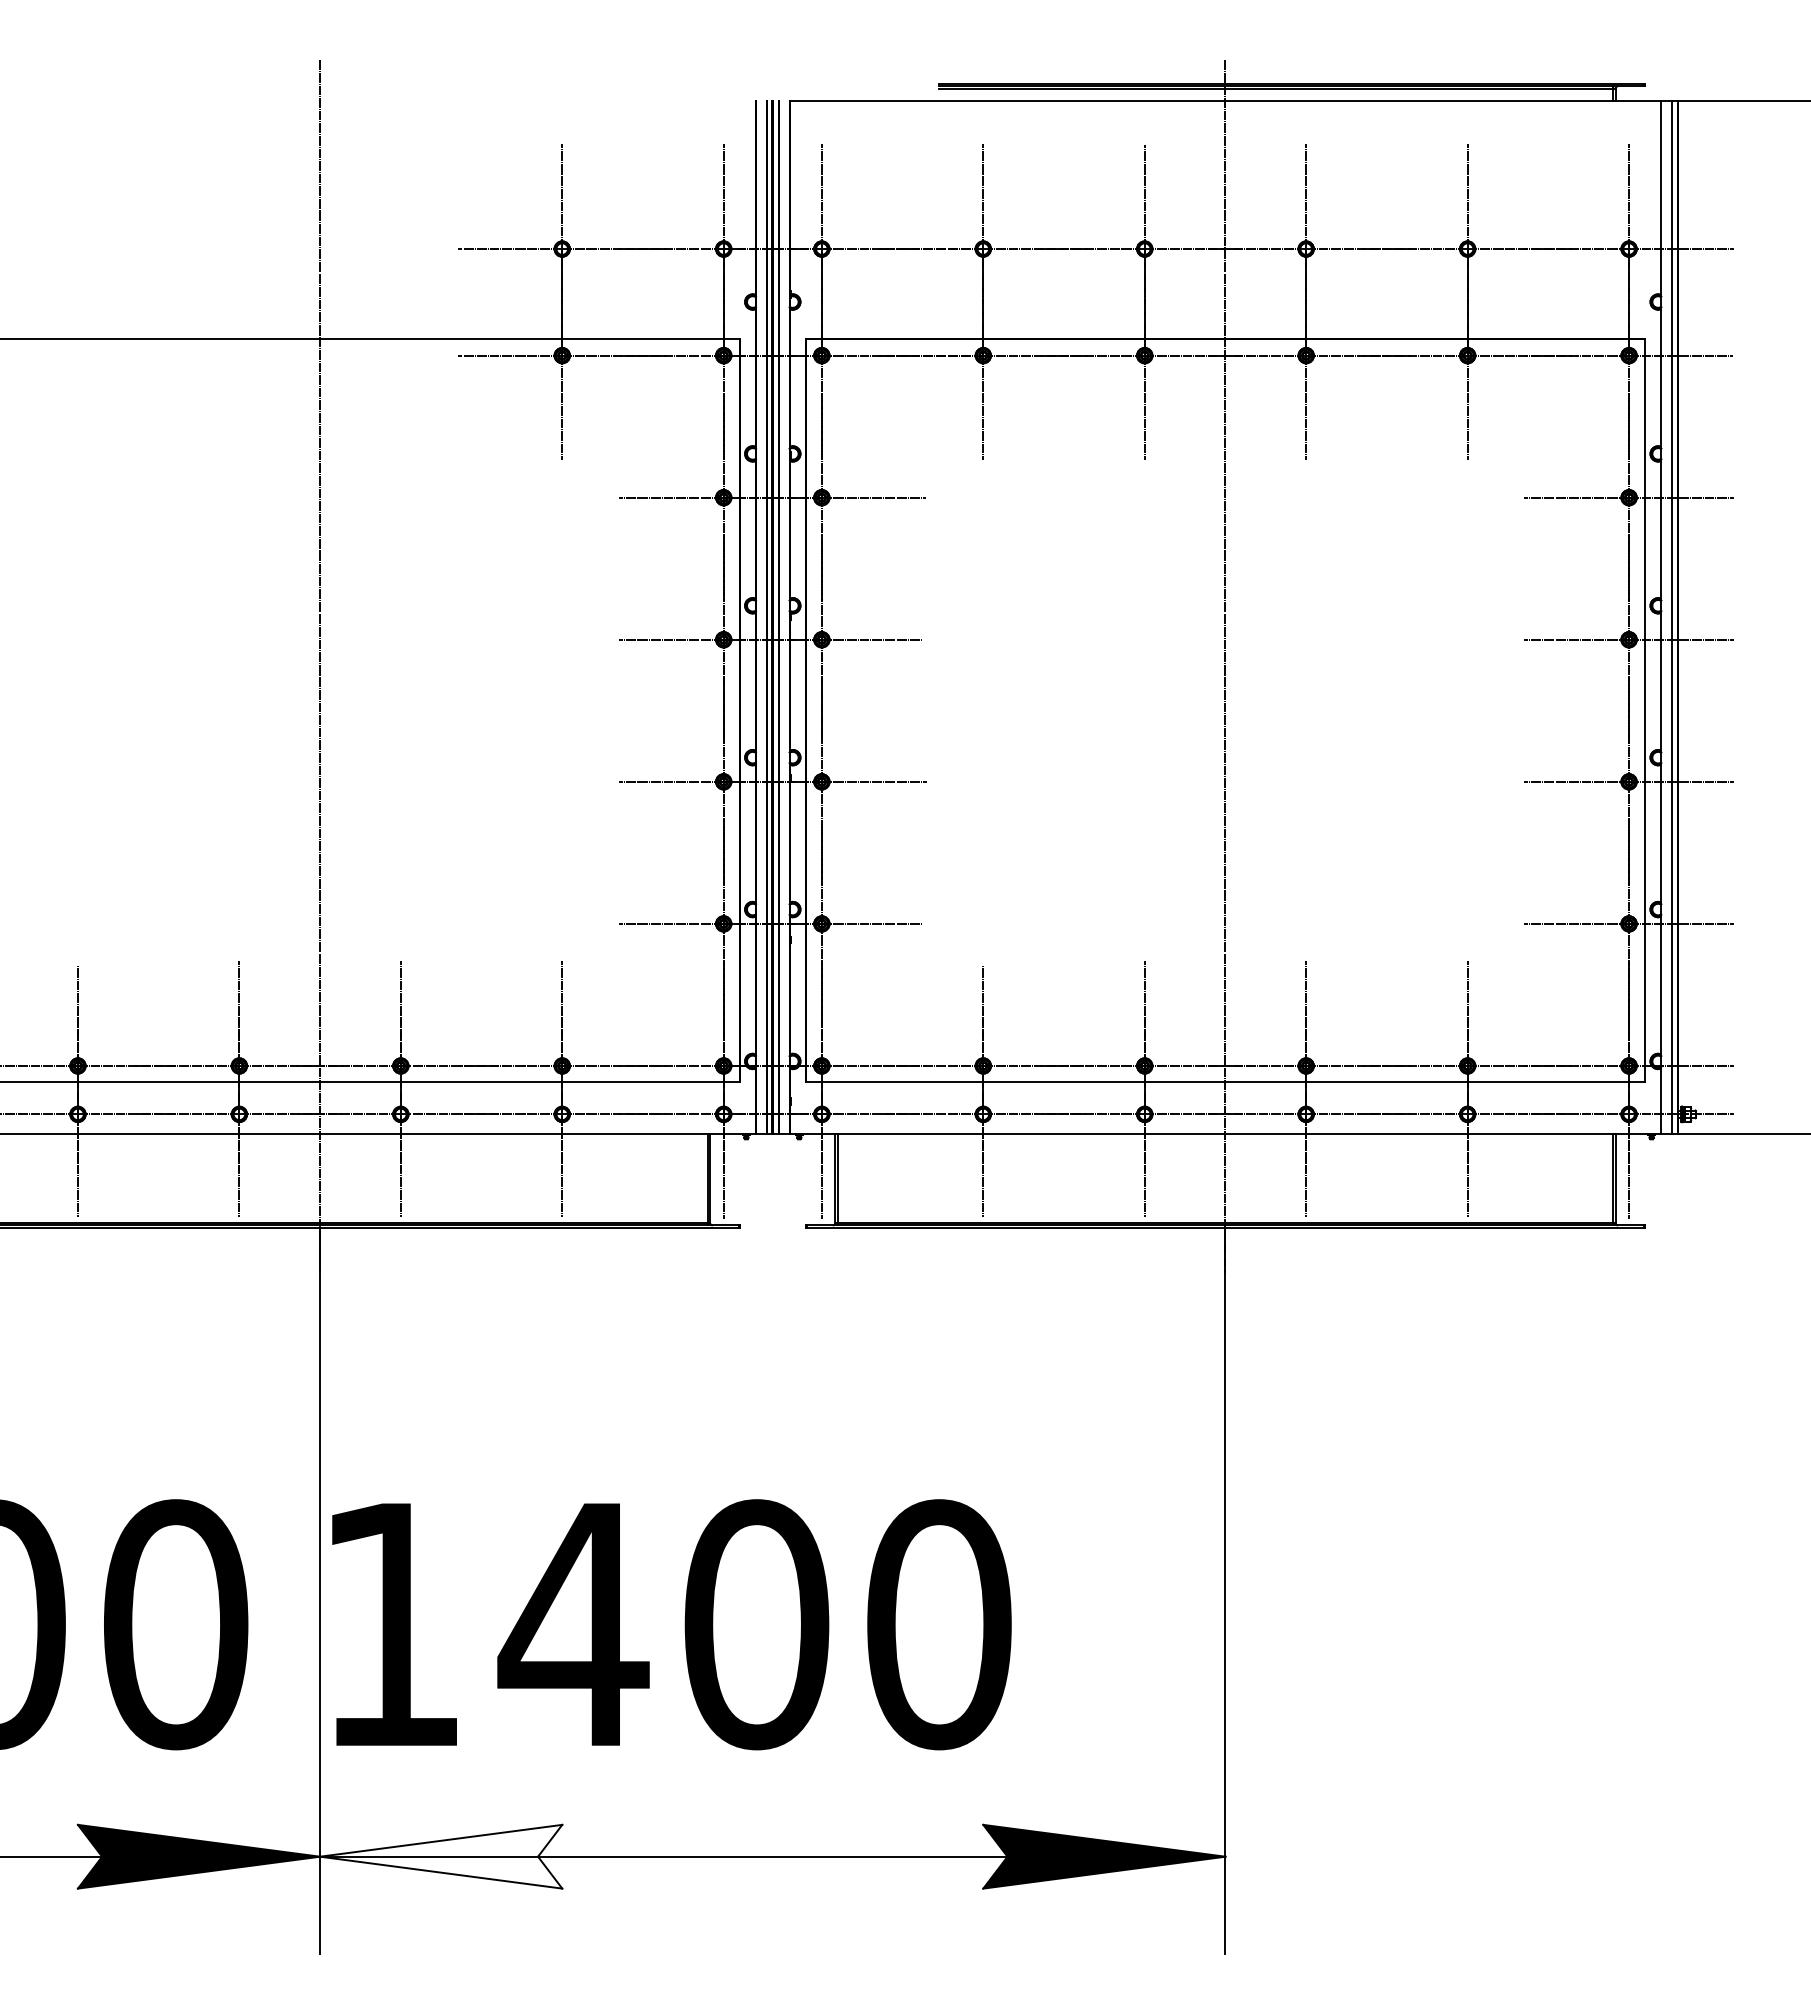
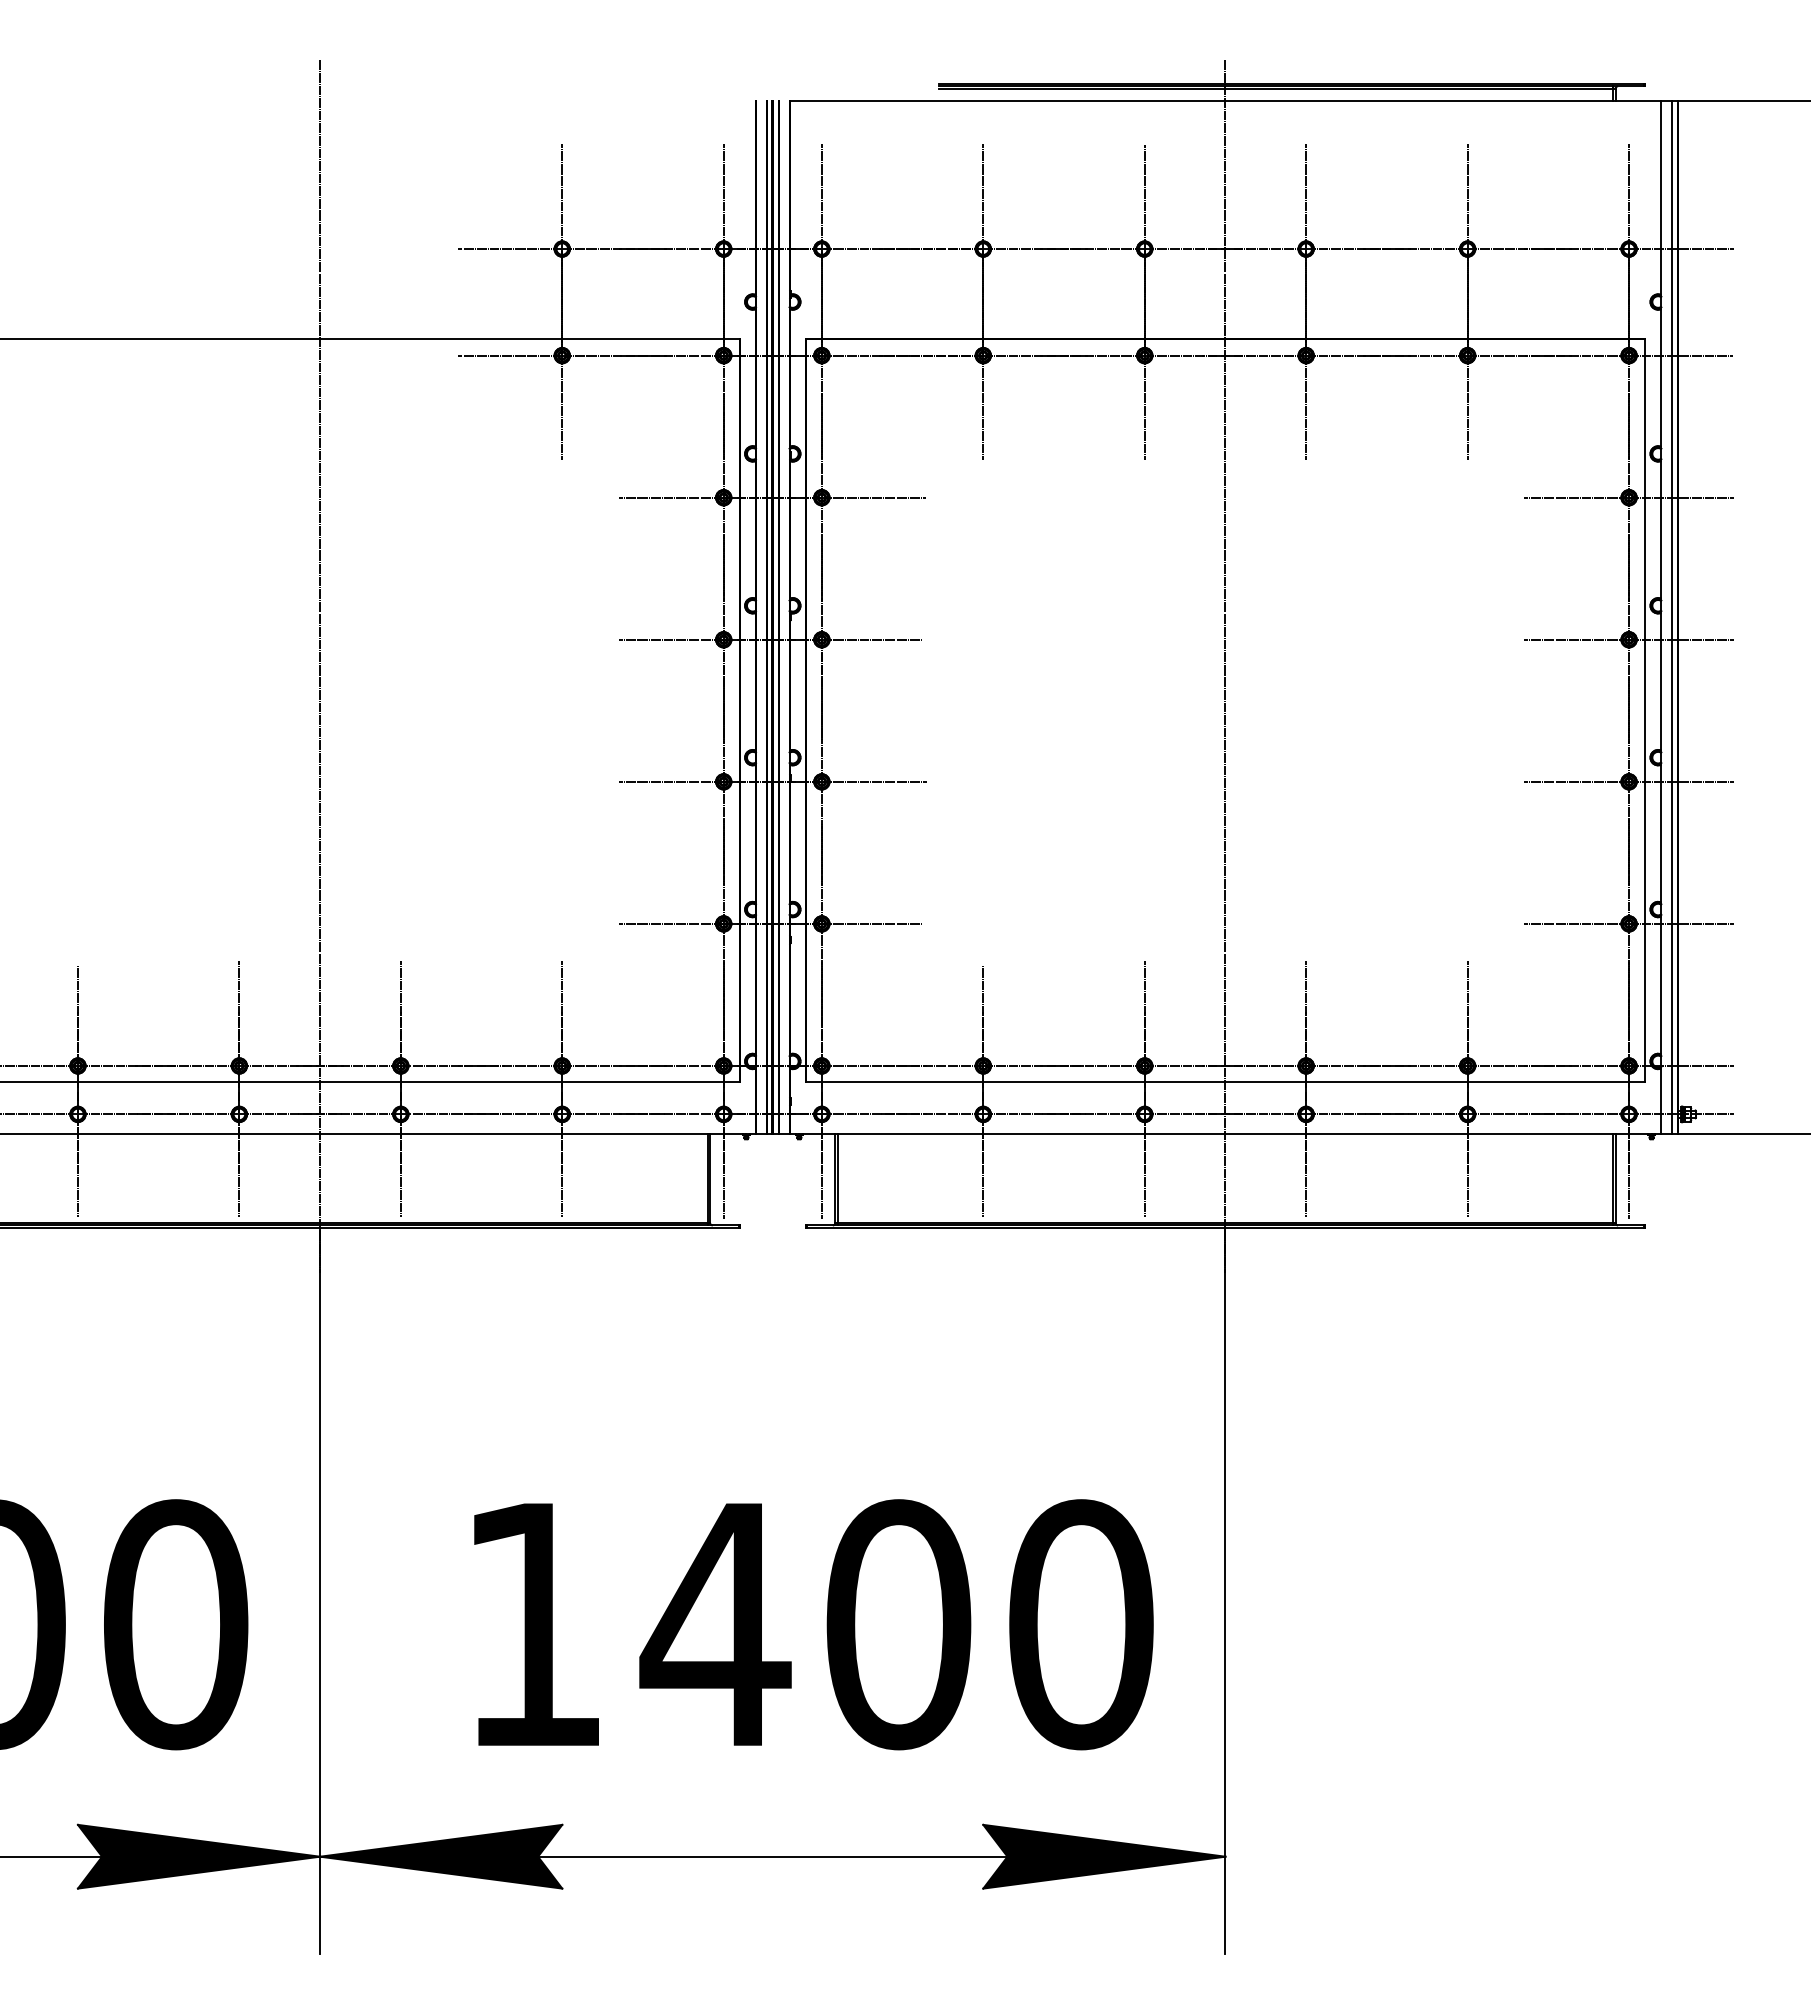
text at (671, 1624) position: (671, 1624) -> (813, 1624)
fill at (441, 1856): none -> present
